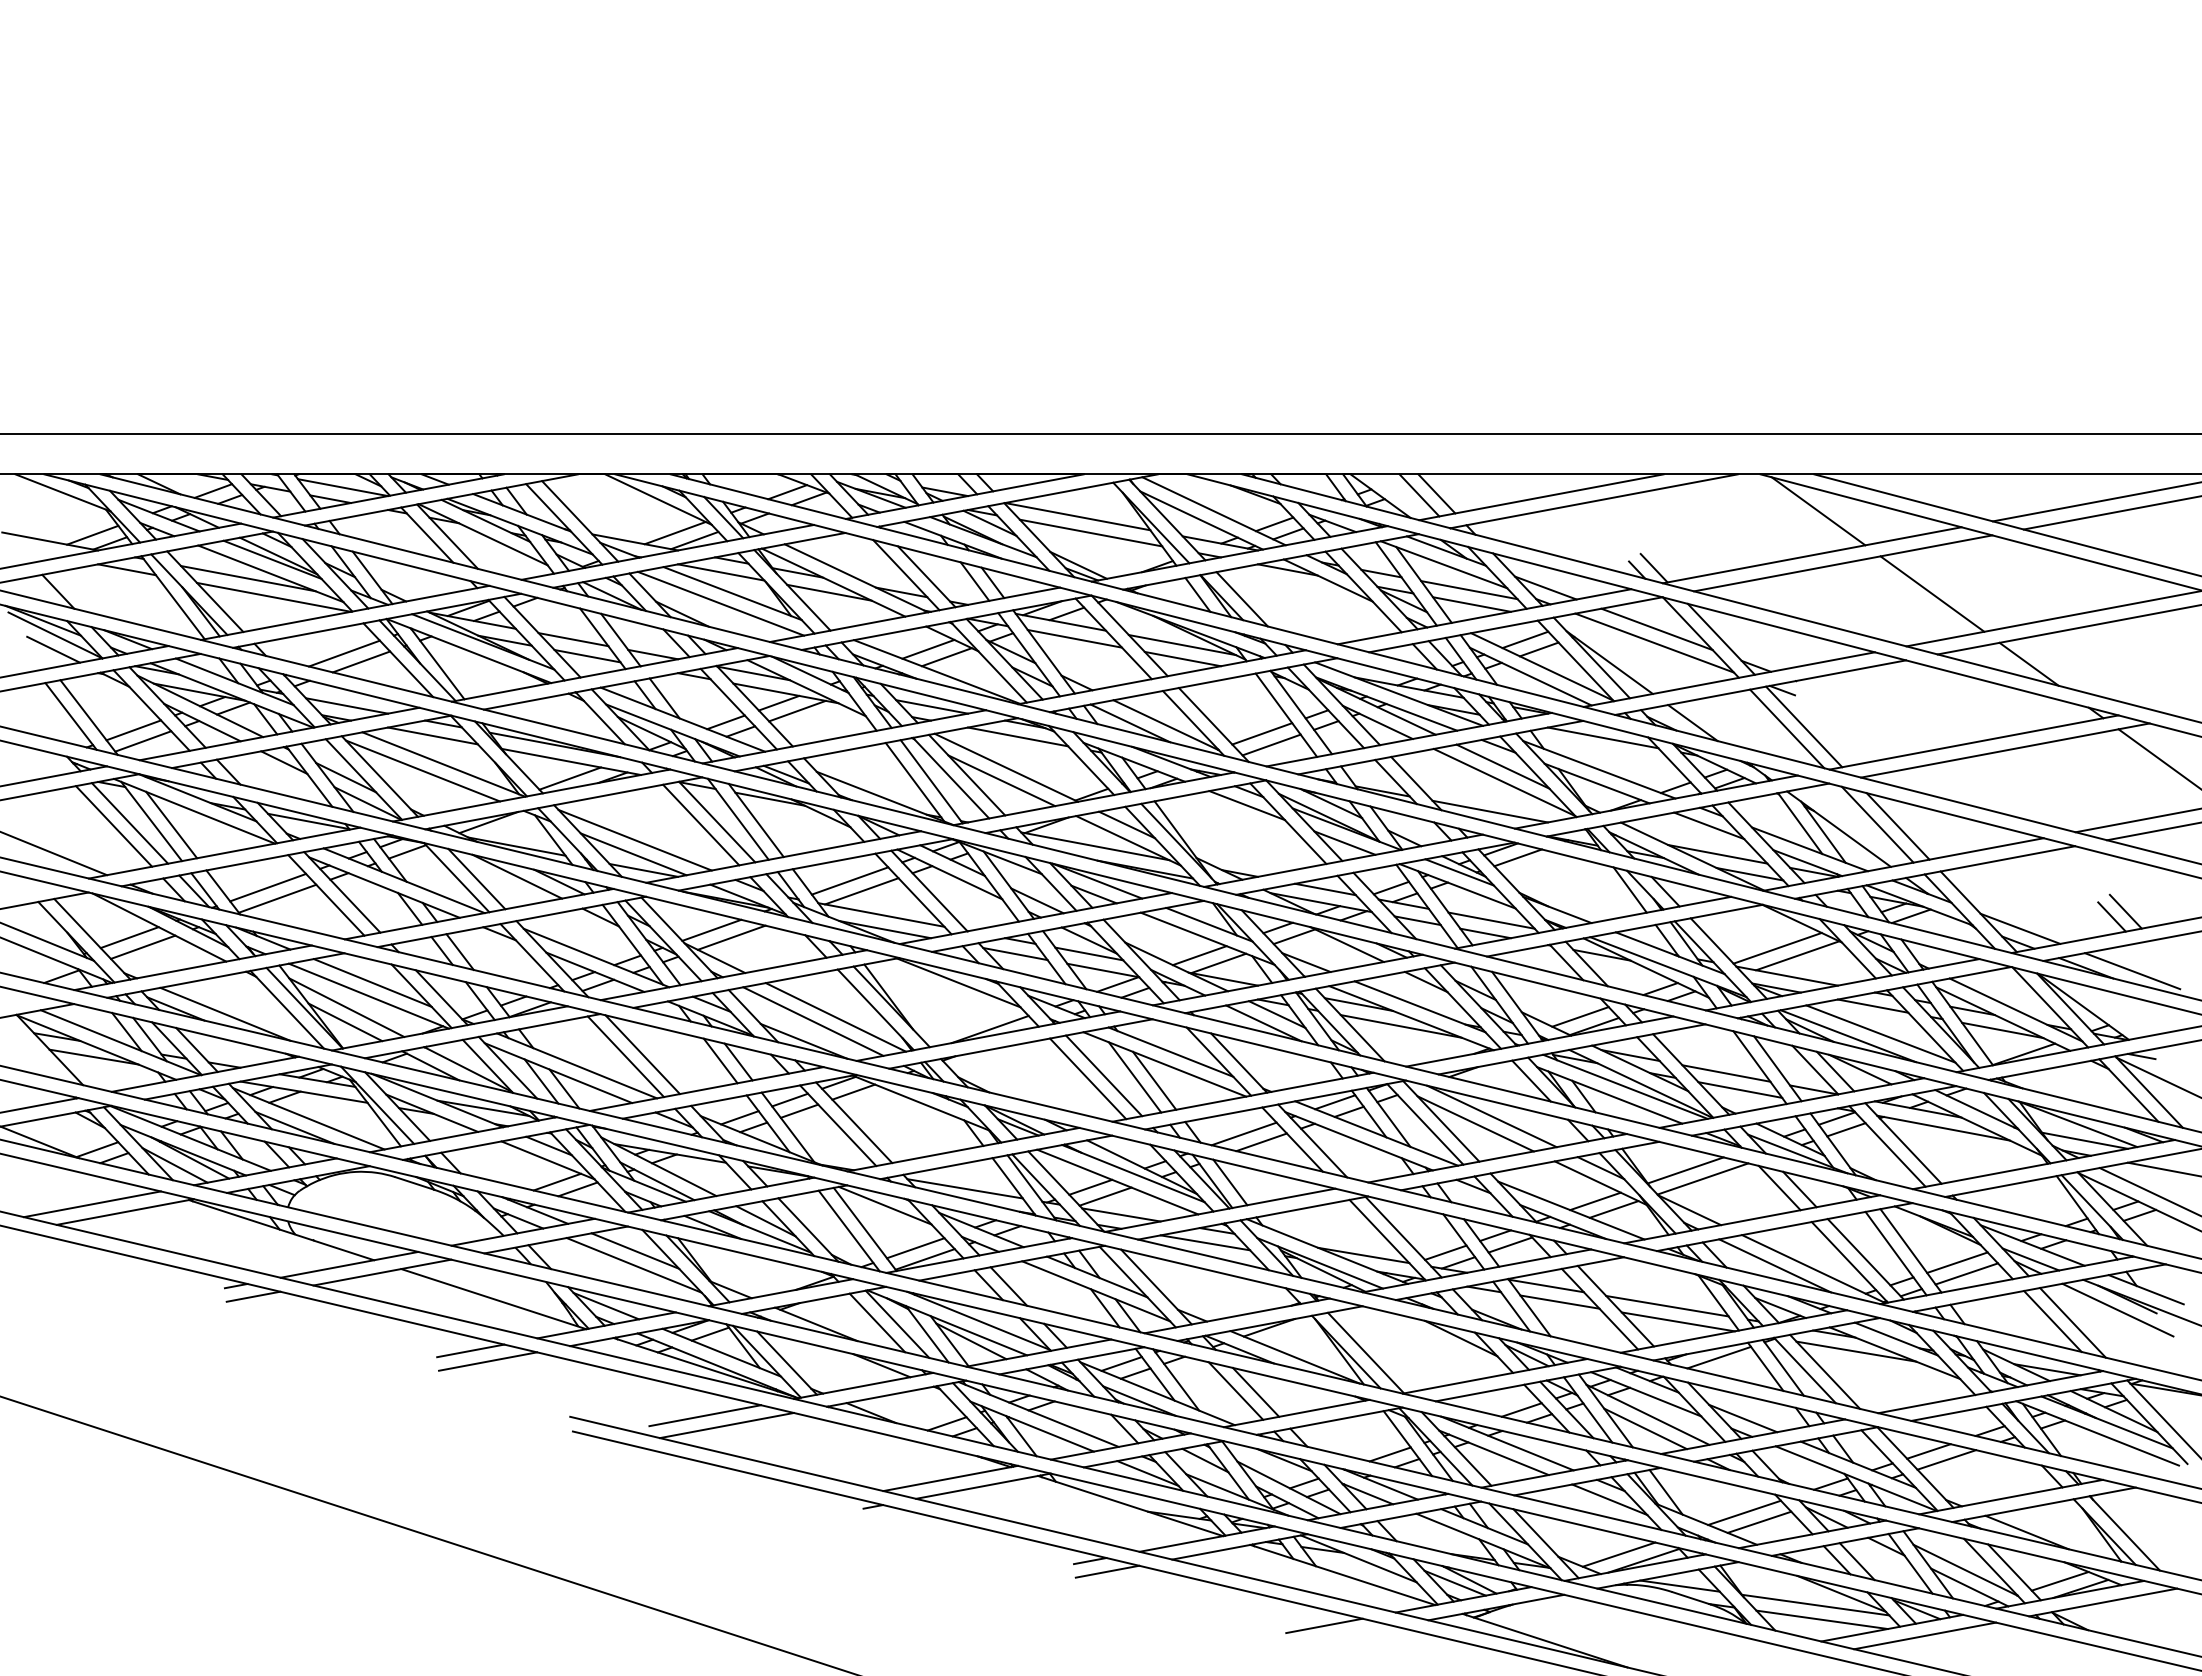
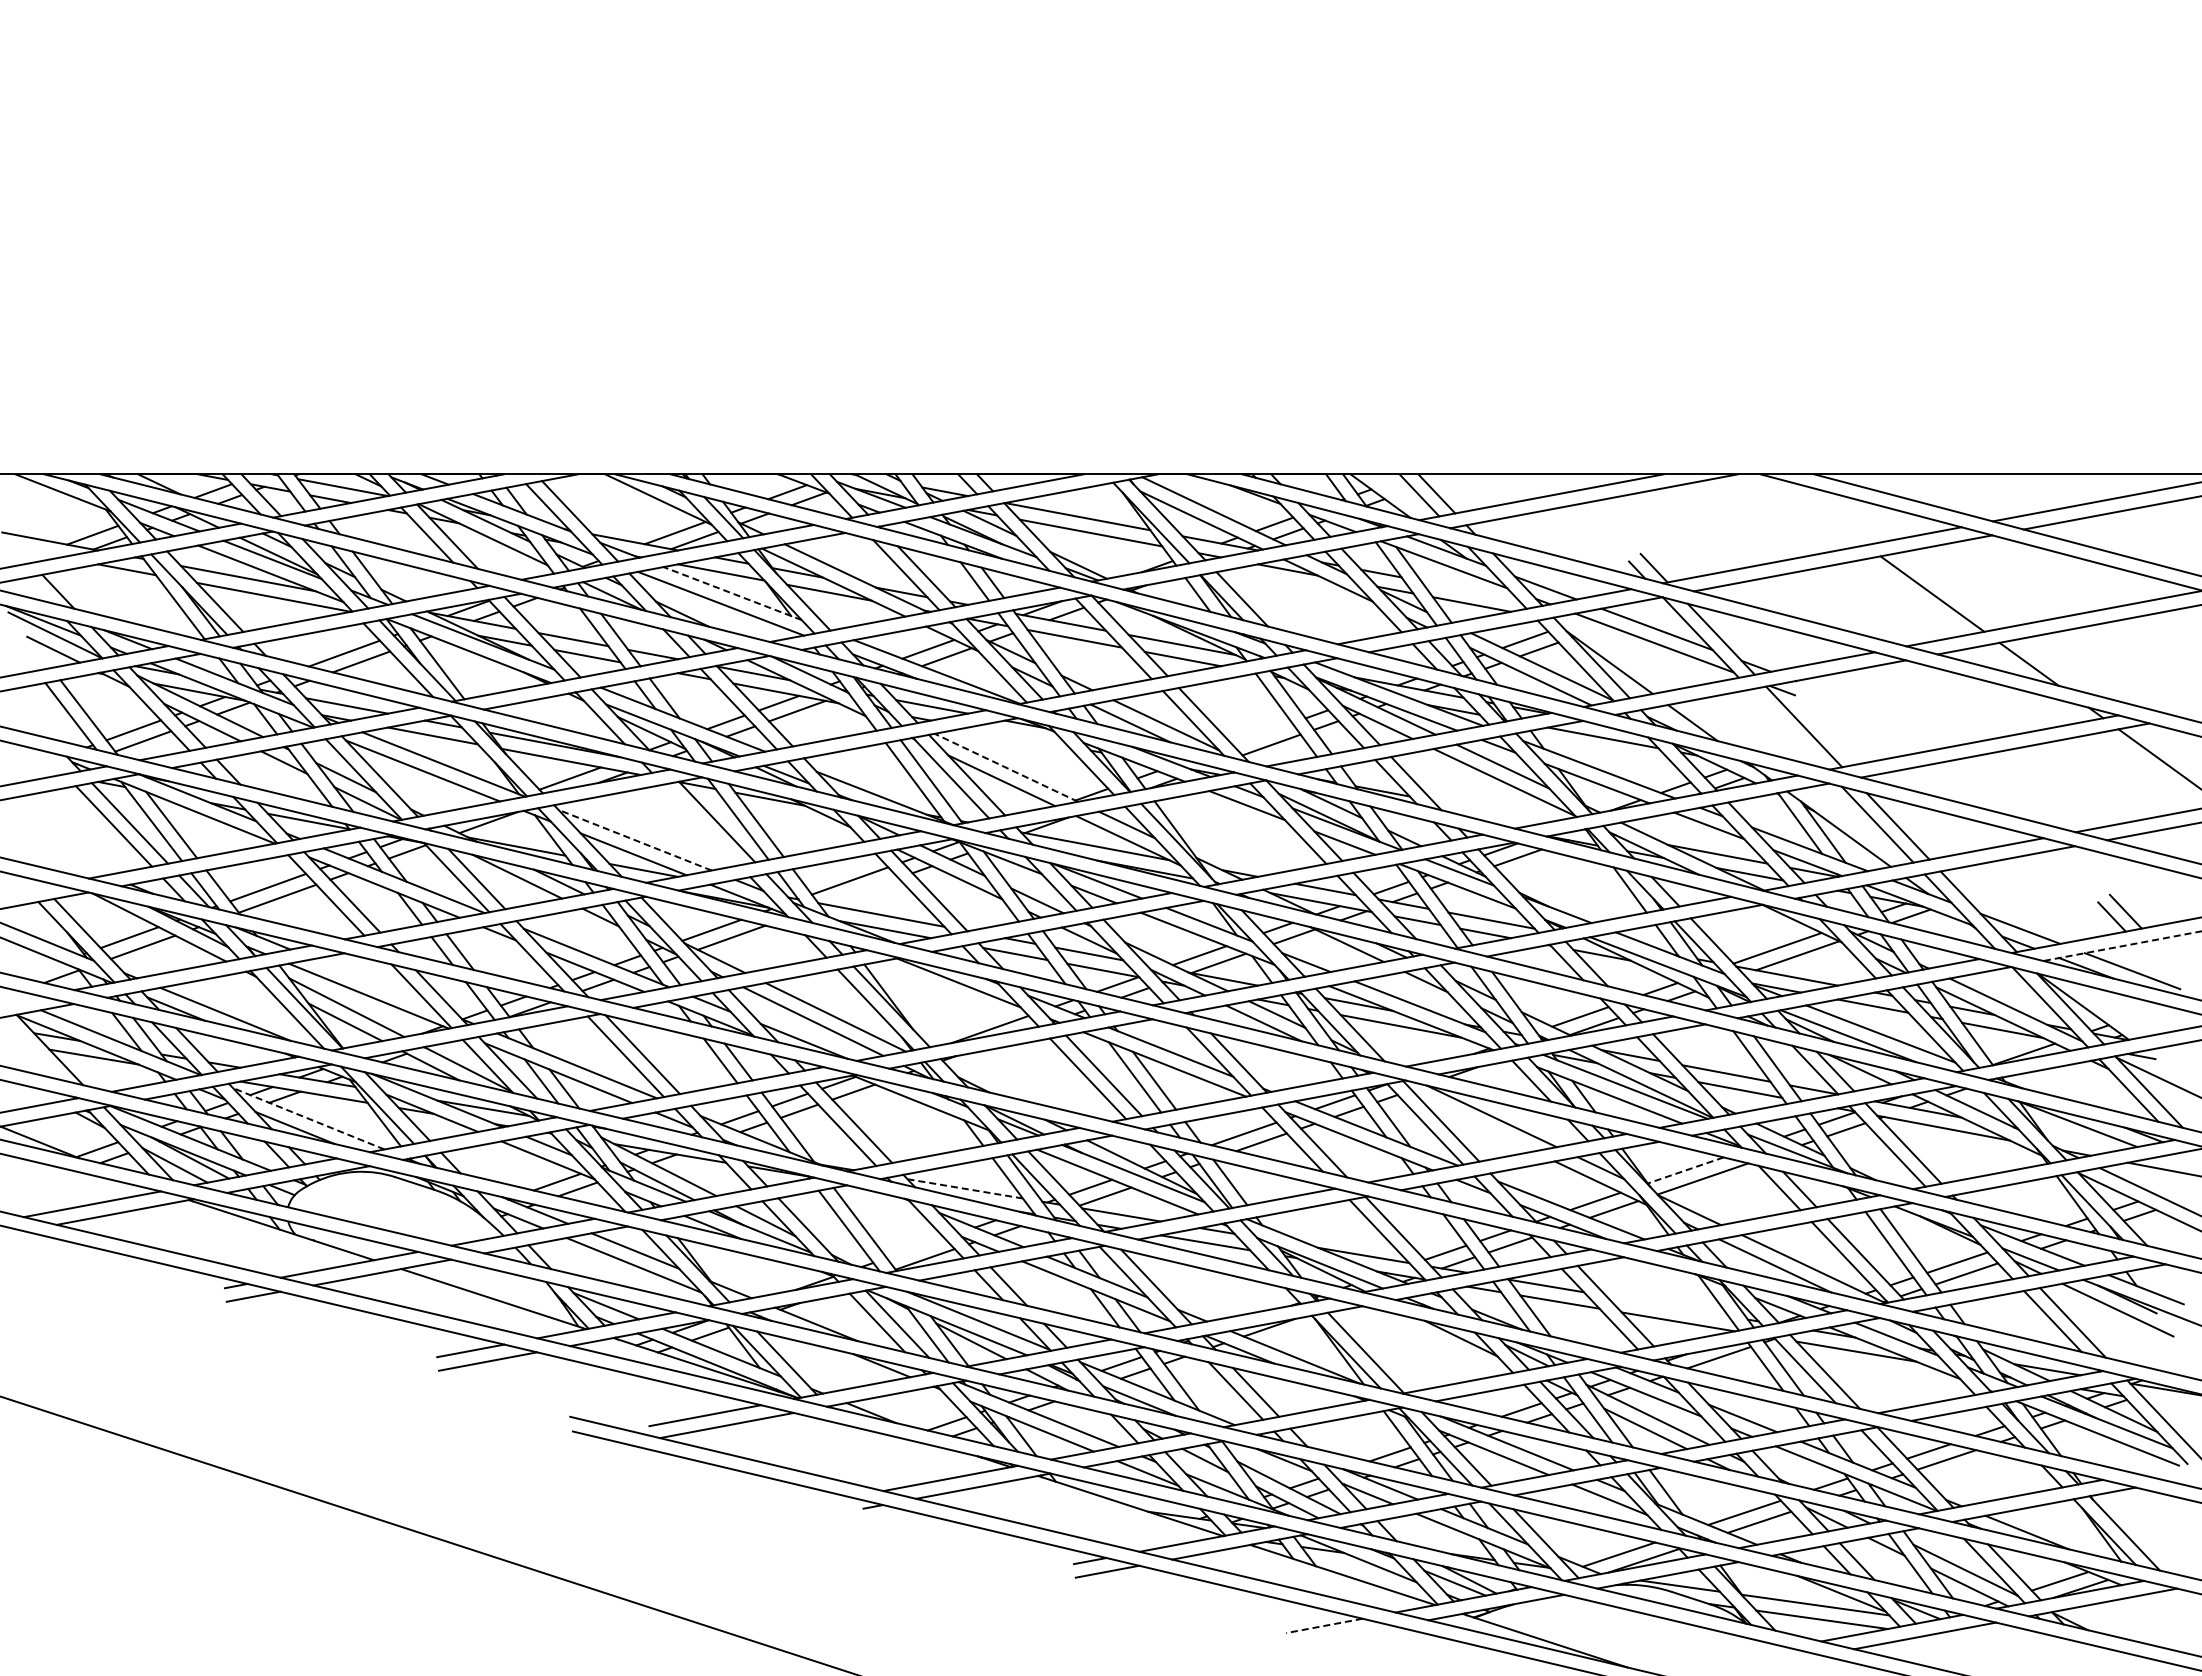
line at (1100, 433): present -> none
line at (1818, 511): present -> none
line at (1469, 590): present -> none
line at (732, 593): solid -> dashed
line at (1787, 728): present -> none
line at (1262, 733): present -> none
line at (1018, 736): present -> none
line at (1005, 767): solid -> dashed
line at (1489, 811): present -> none
line at (701, 824): present -> none
line at (634, 840): solid -> dashed
line at (54, 853): present -> none
line at (861, 891): present -> none
line at (2121, 946): solid -> dashed
line at (372, 982): present -> none
line at (308, 1118): solid -> dashed
line at (1475, 1123): present -> none
line at (2084, 1140): present -> none
line at (1685, 1170): solid -> dashed
line at (965, 1188): solid -> dashed
line at (884, 1205): present -> none
line at (915, 1248): present -> none
line at (1667, 1305): present -> none
line at (1324, 1625): solid -> dashed
